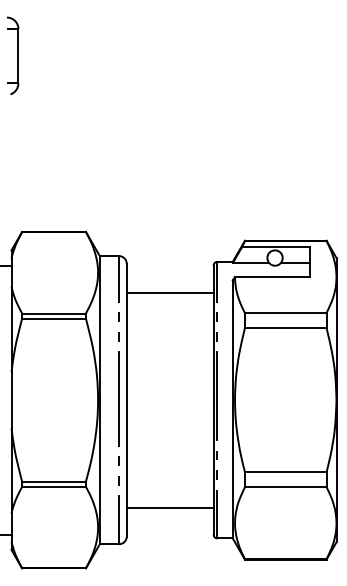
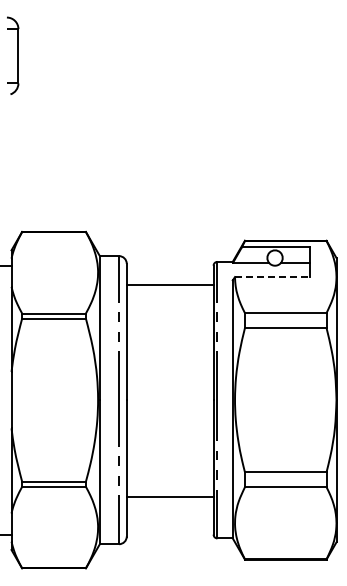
line at (272, 277): solid -> dashed
line at (169, 292) position: (169, 292) -> (169, 284)
line at (169, 507) position: (169, 507) -> (169, 496)
